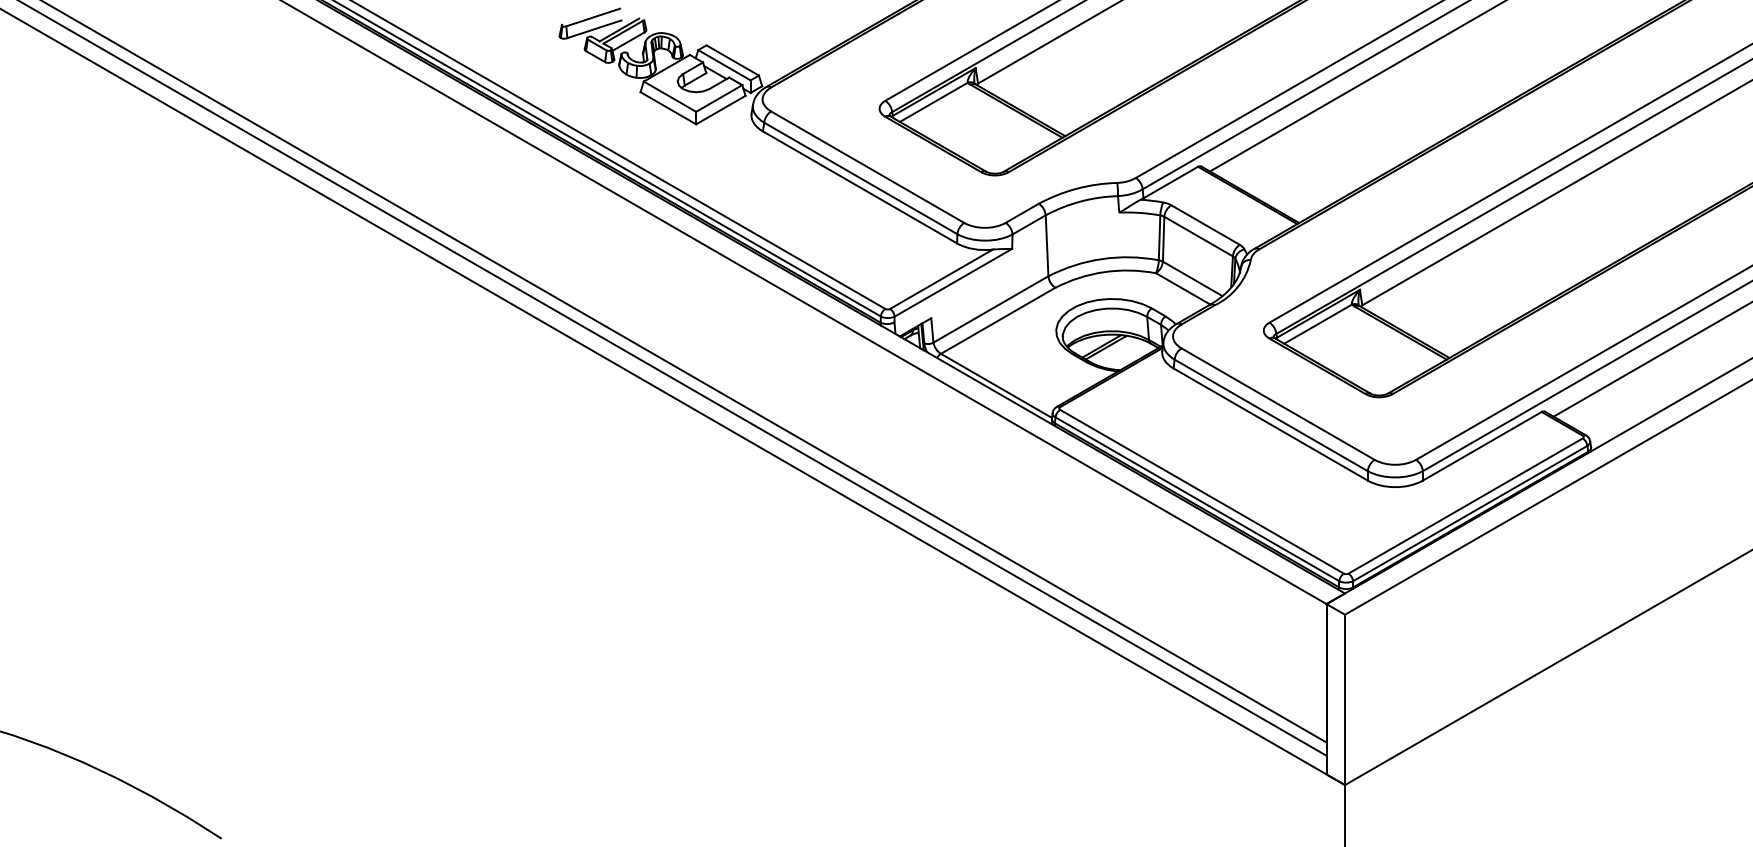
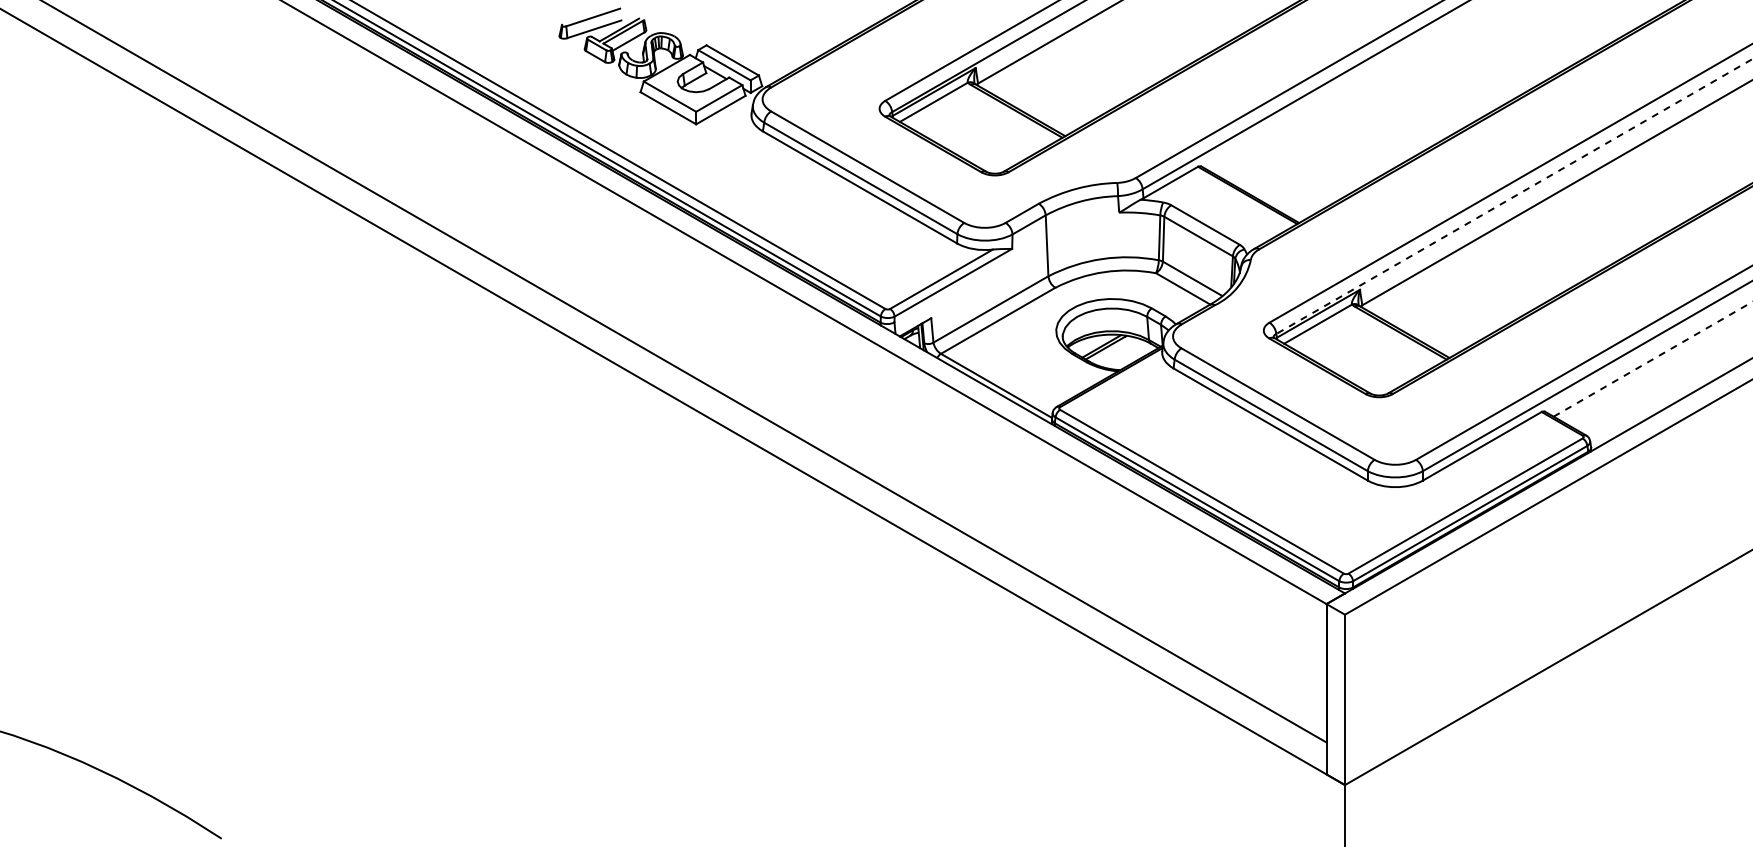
line at (1355, 86): present -> none
line at (1514, 196): solid -> dashed
line at (1653, 359): solid -> dashed
line at (673, 378): present -> none
